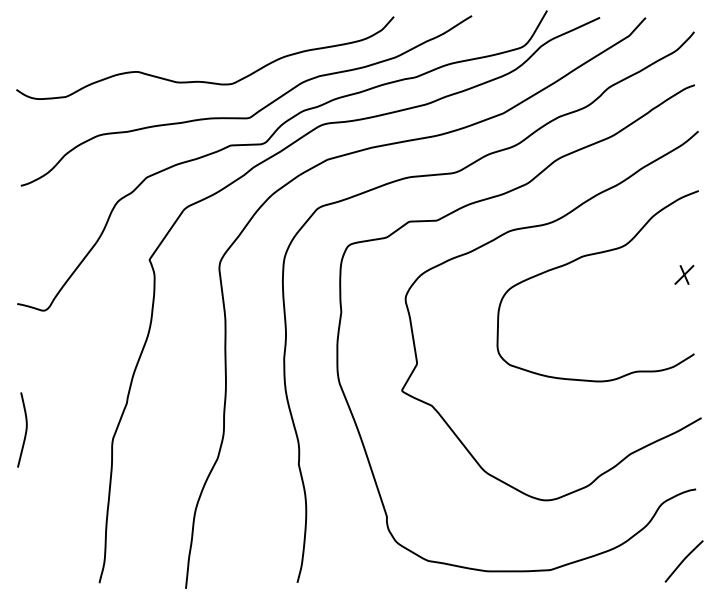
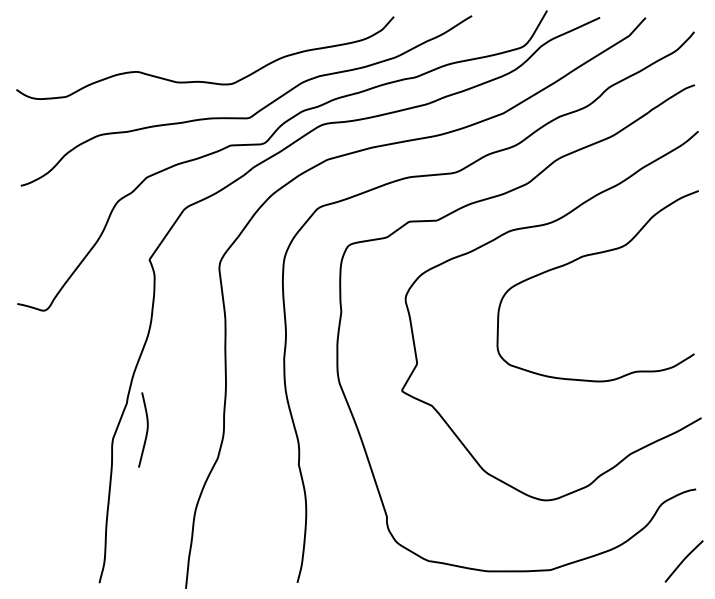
part at (684, 274): present -> none
curve at (25, 429) position: (25, 429) -> (146, 429)
